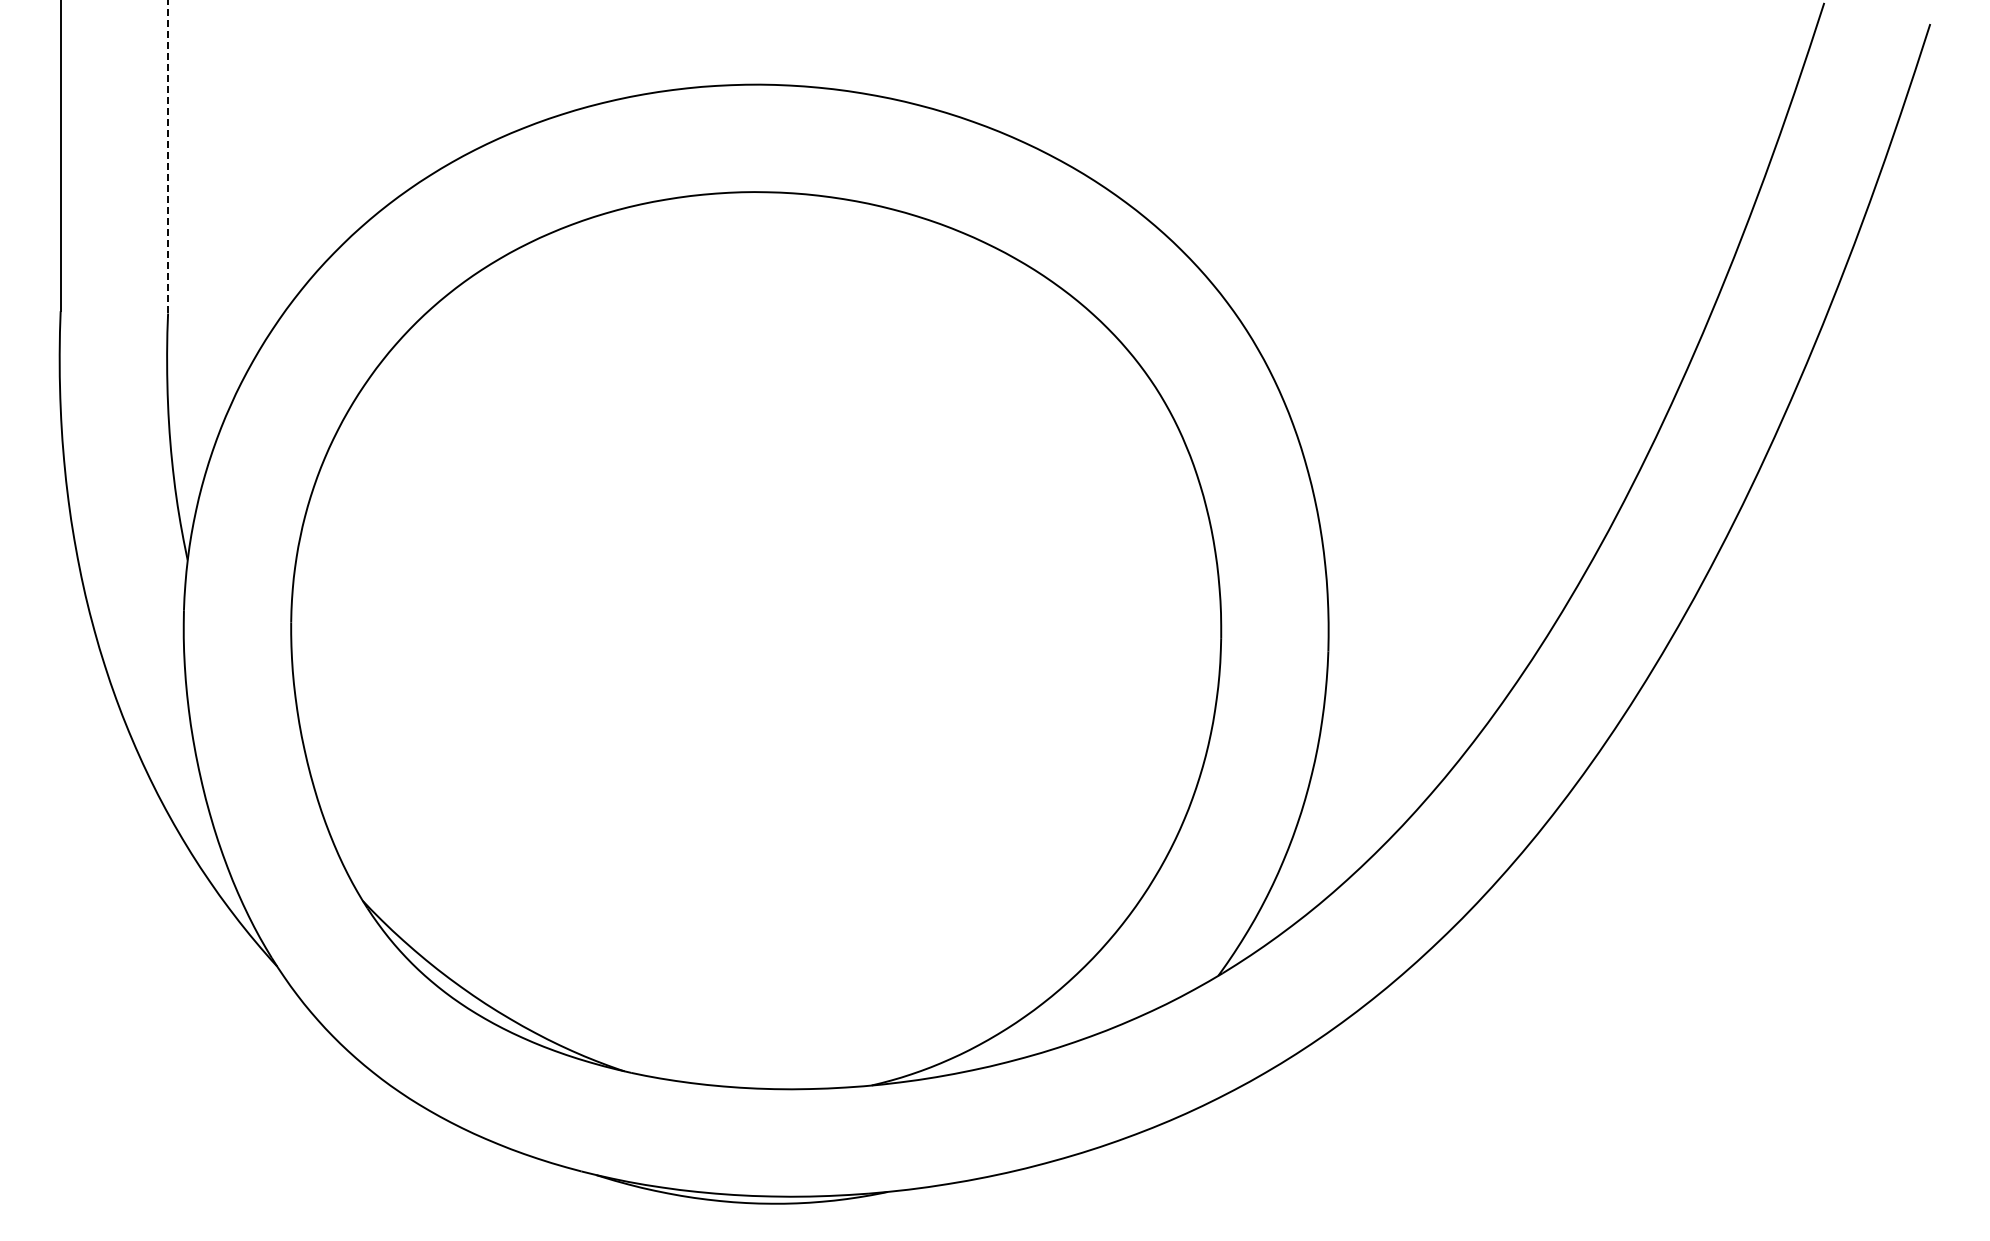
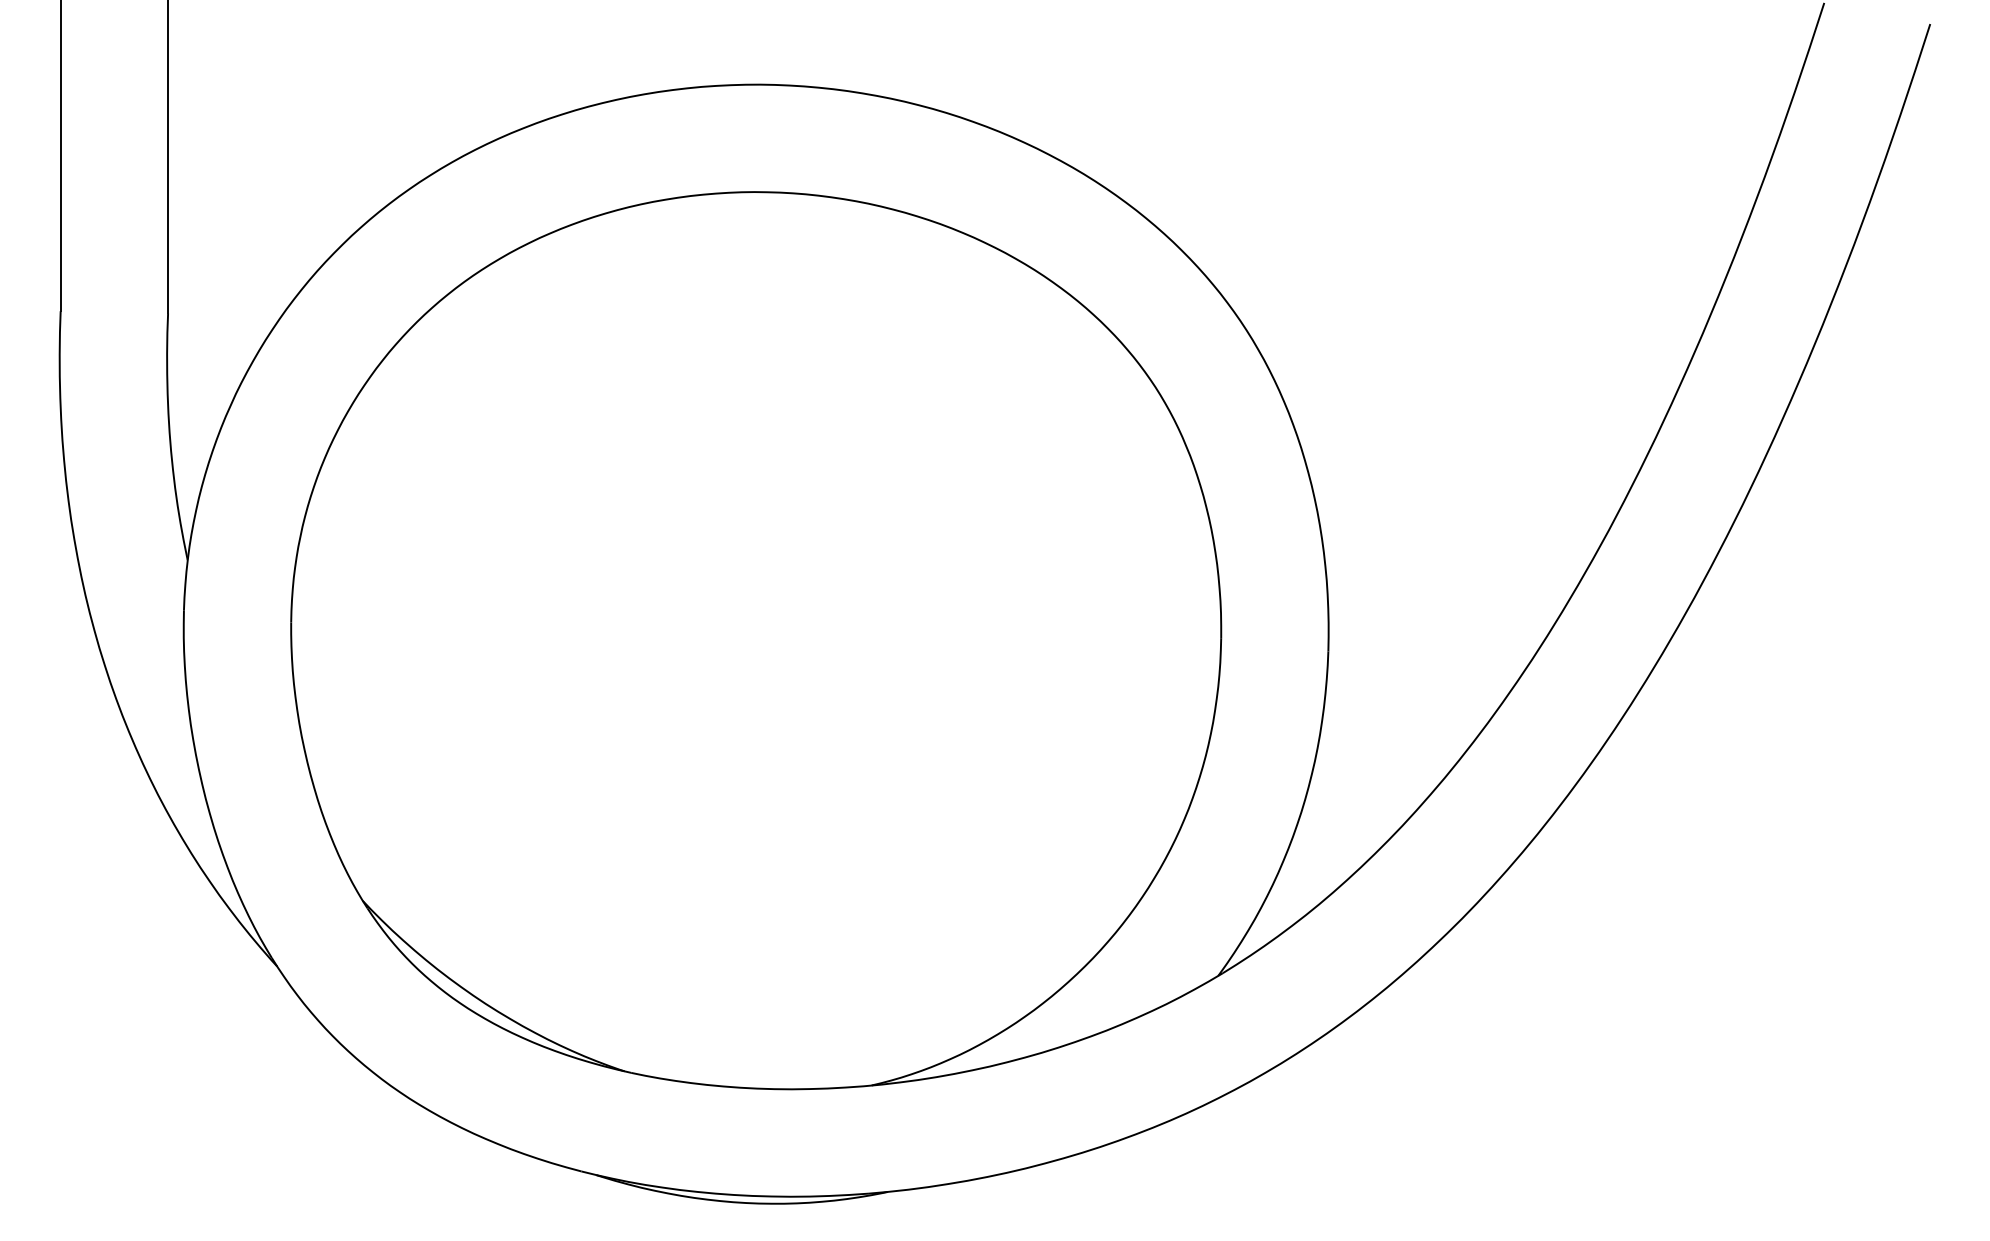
line at (168, 156): dashed -> solid
